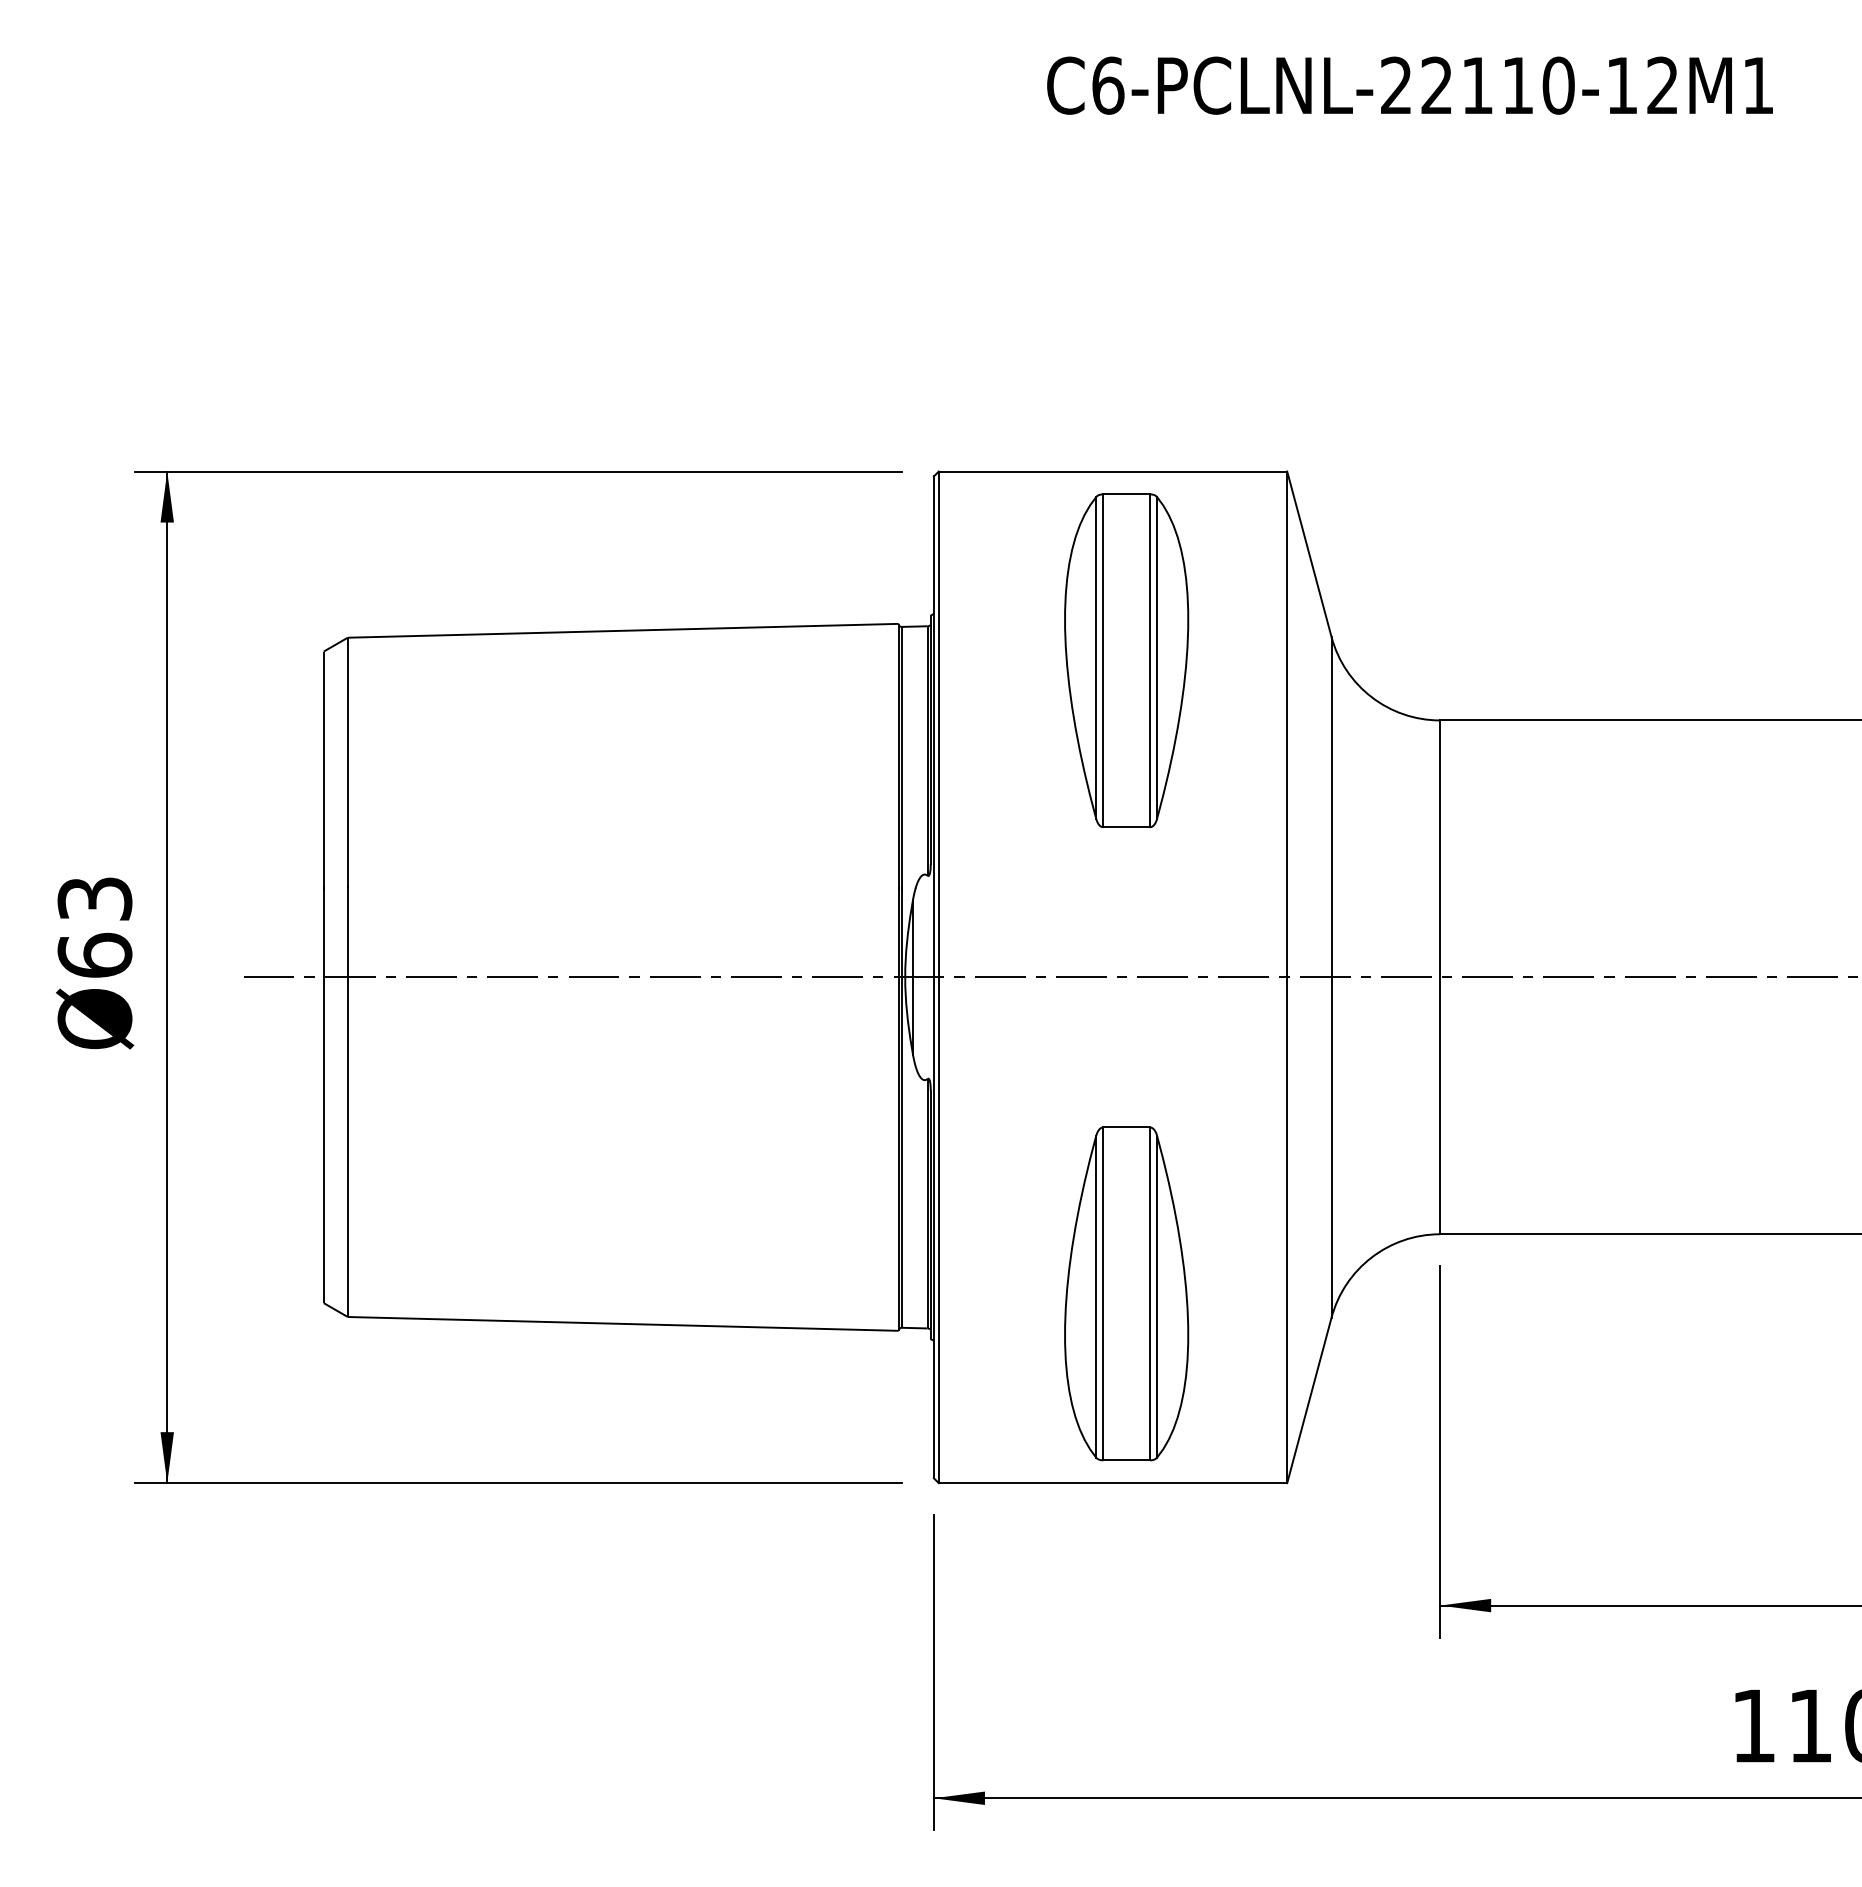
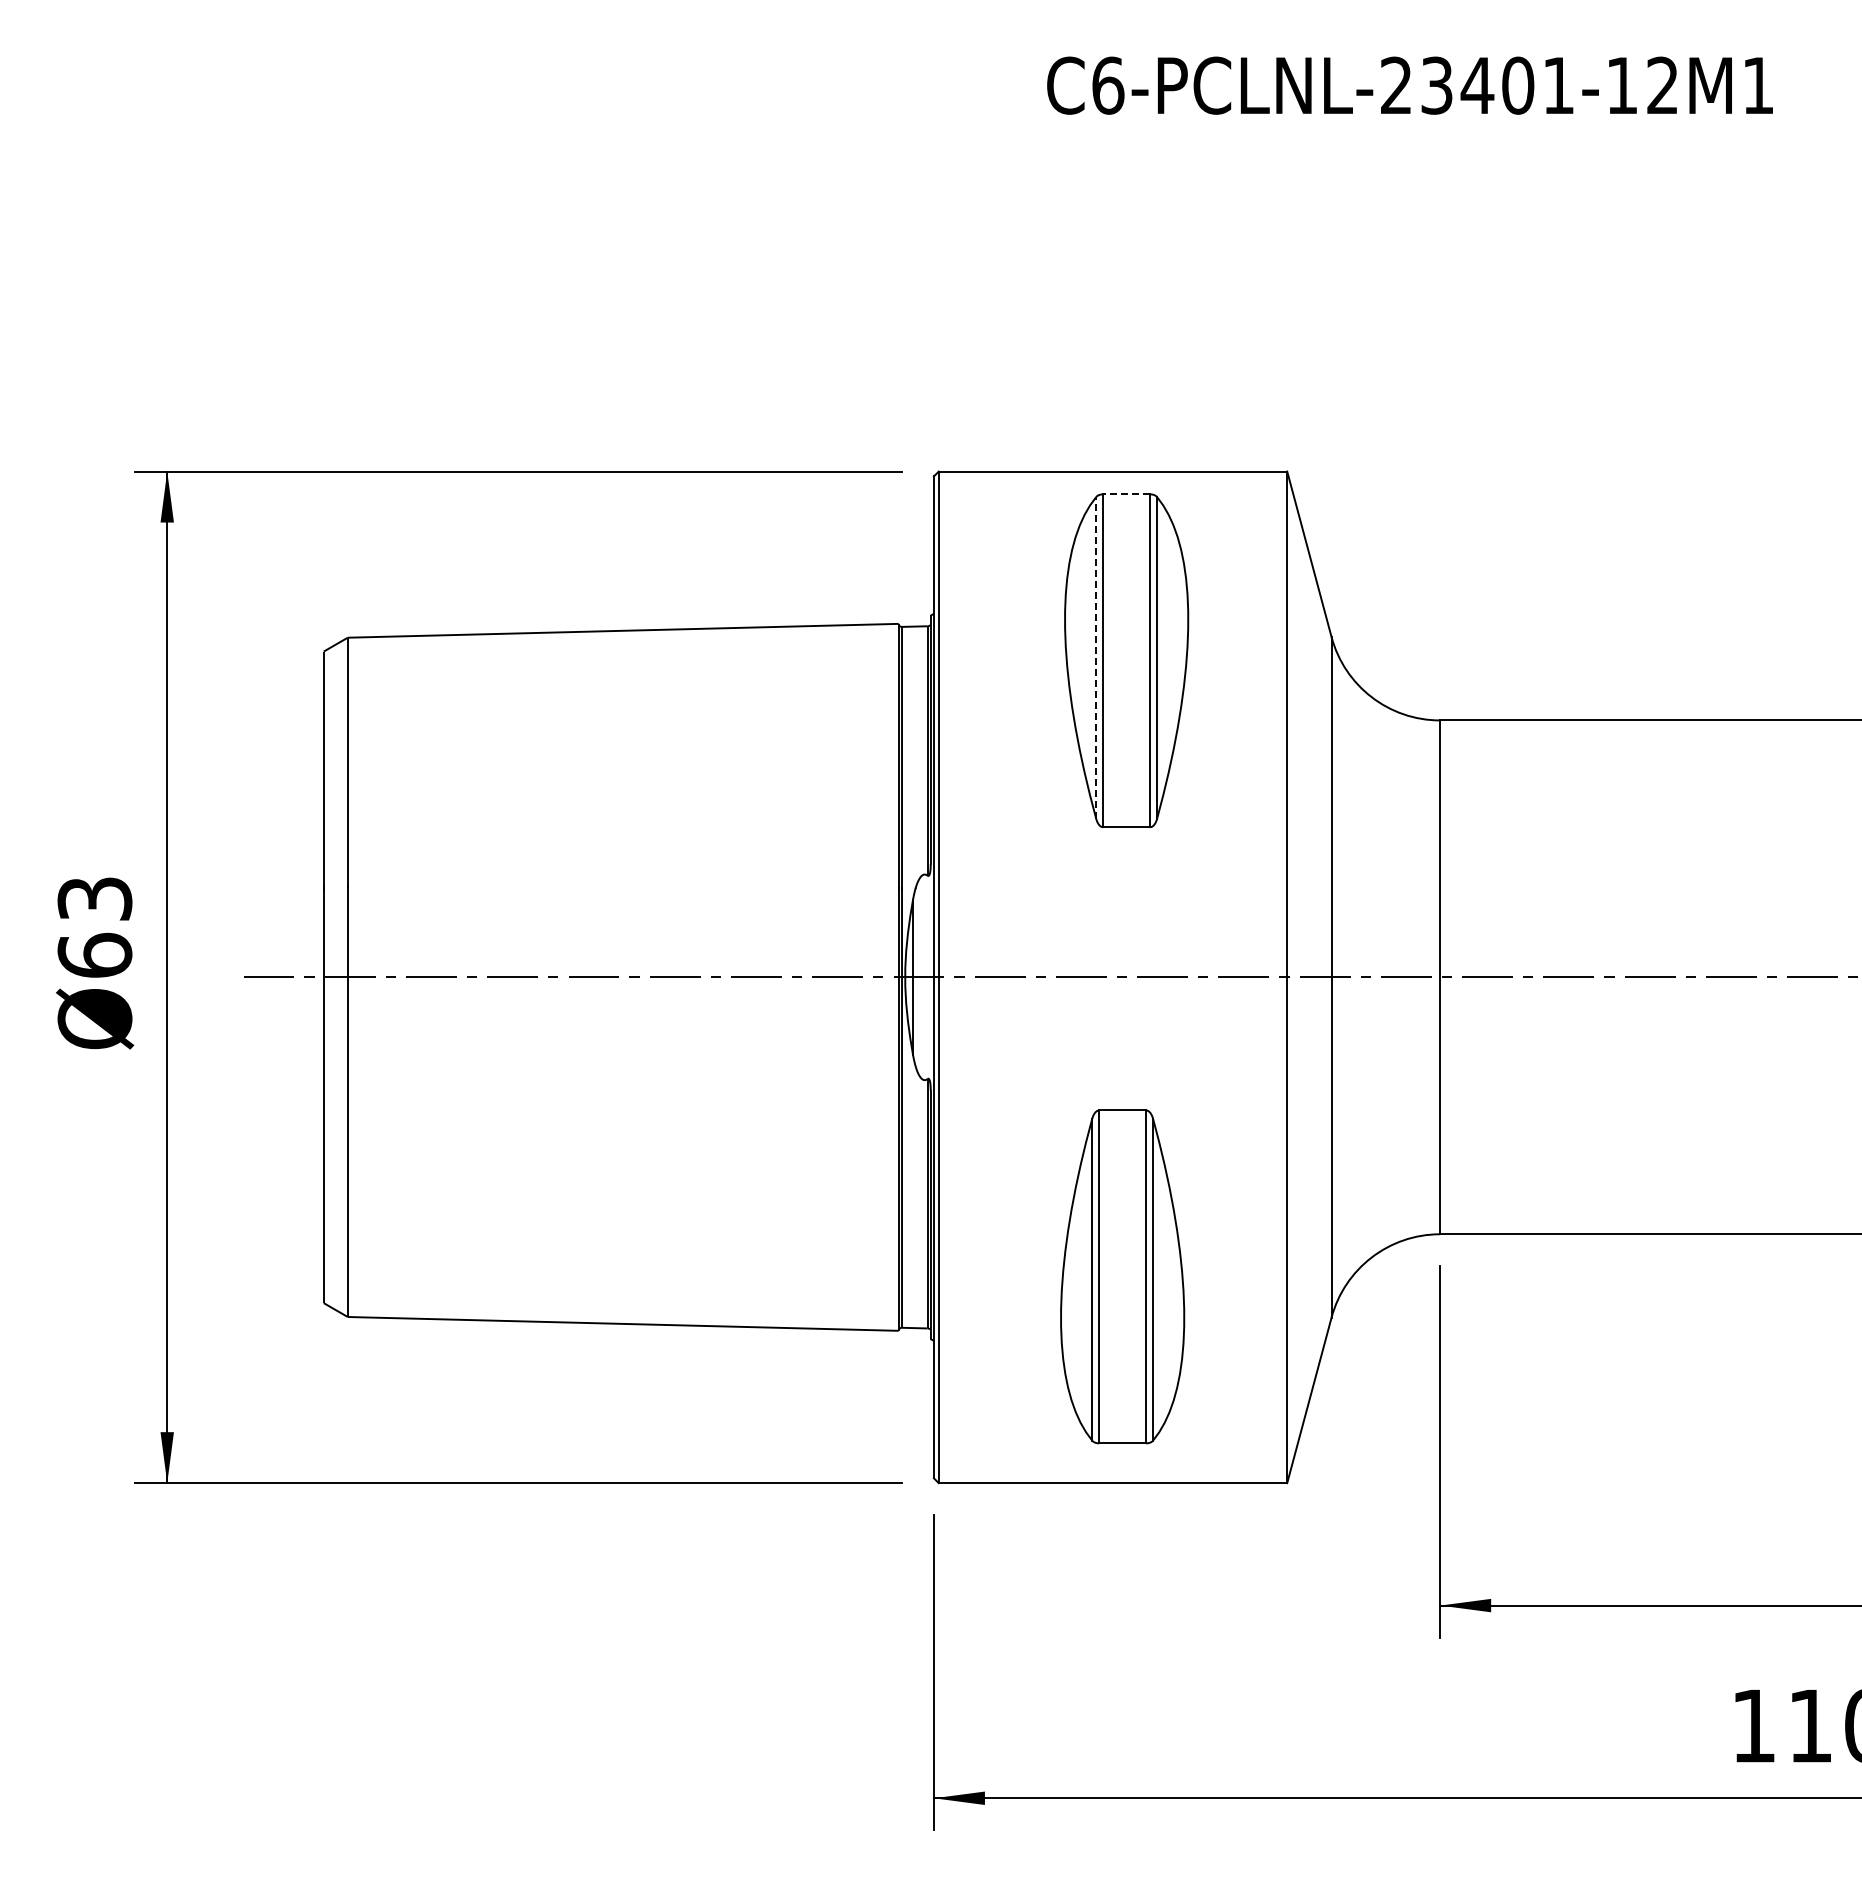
text at (1497, 85): C6-PCLNL-22110-12M1 -> C6-PCLNL-23401-12M1
line at (1126, 494): solid -> dashed
line at (1096, 657): solid -> dashed
part at (1126, 1293) position: (1126, 1293) -> (1122, 1276)
